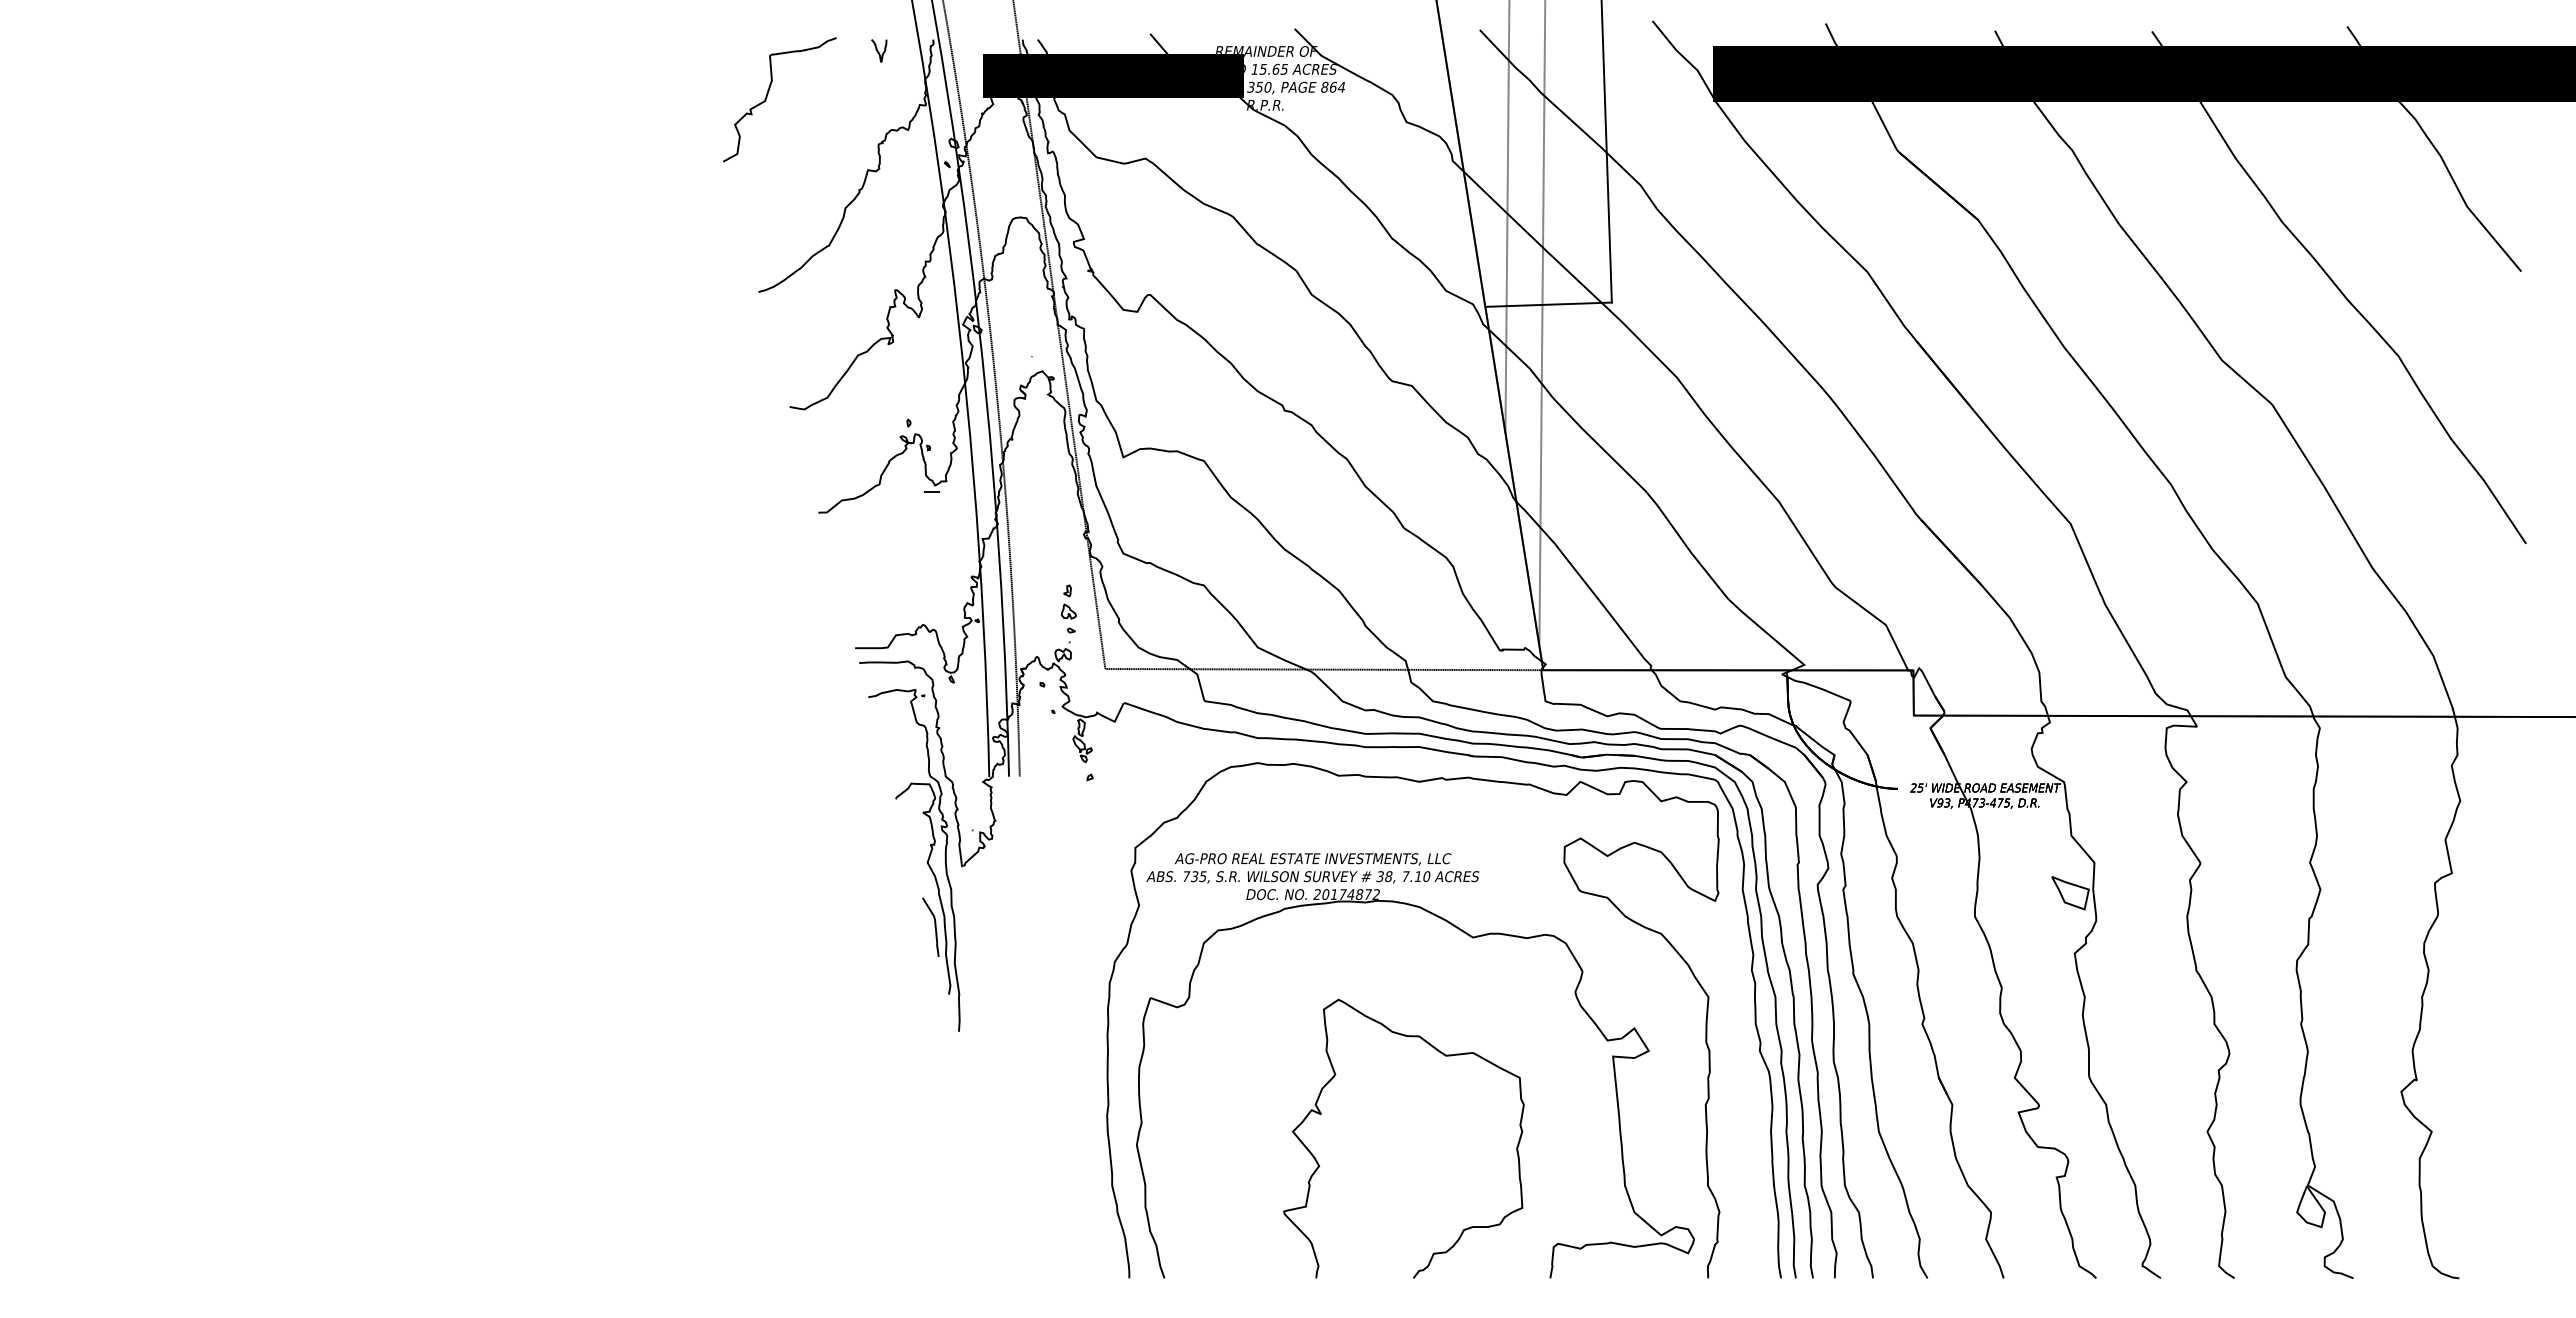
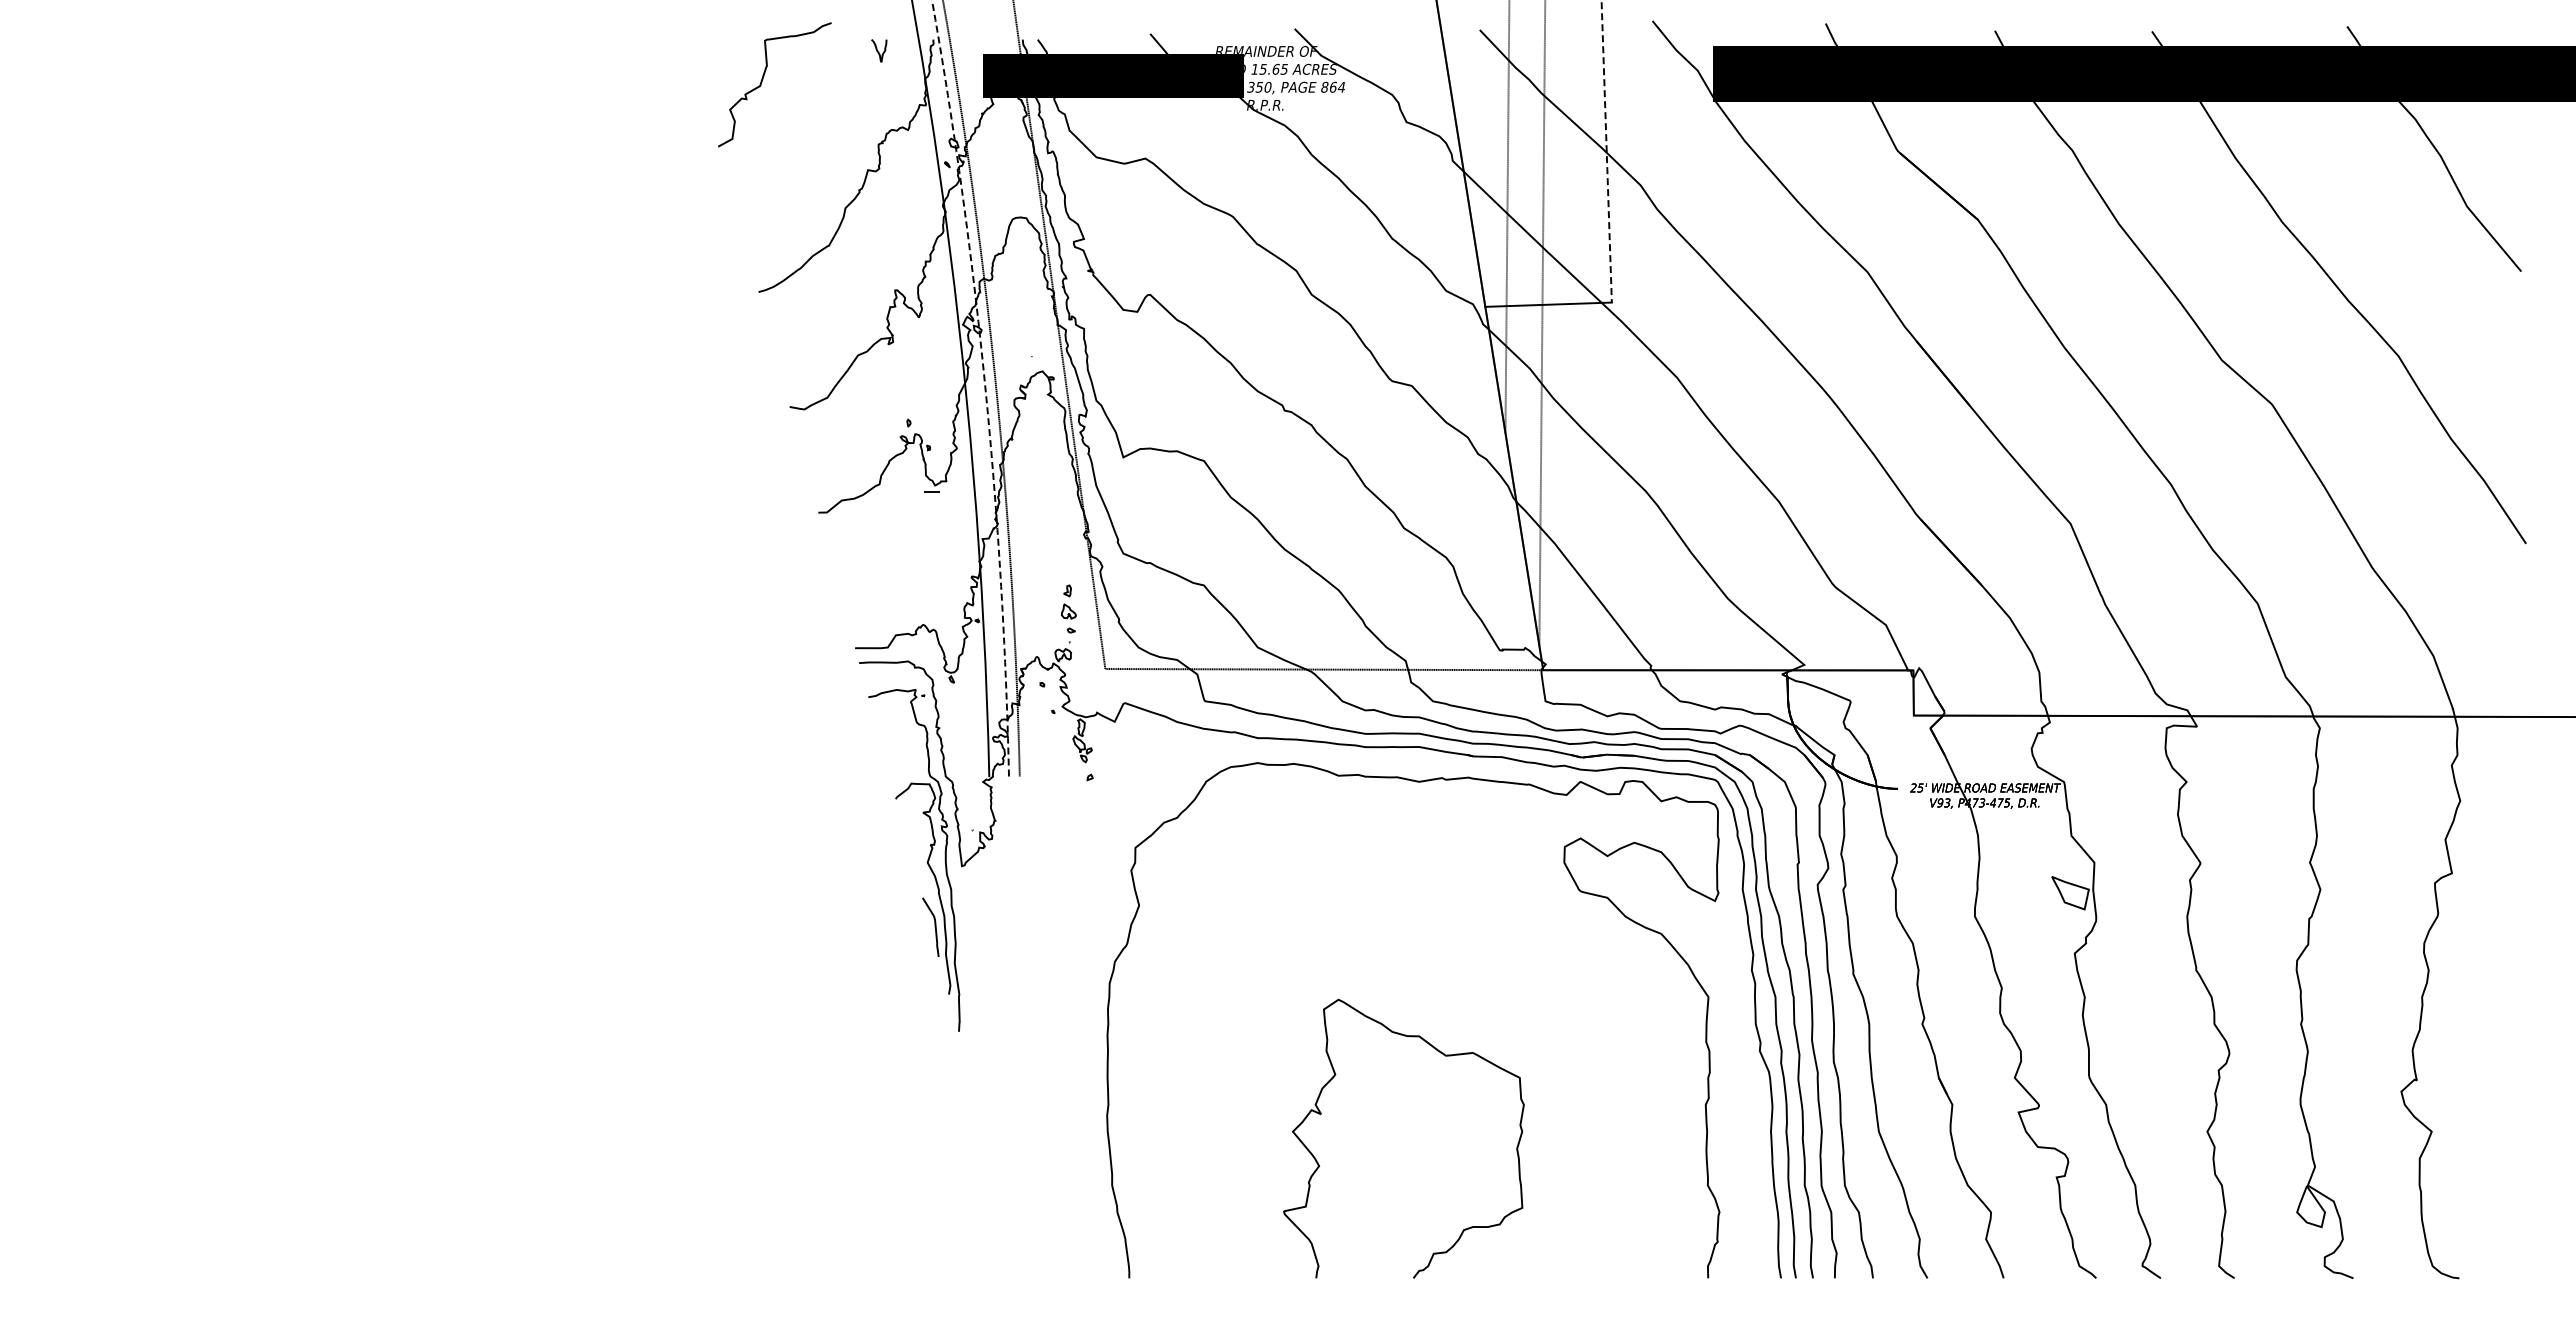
curve at (768, 94) position: (768, 94) -> (763, 79)
line at (1606, 151): solid -> dashed
line at (985, 387): solid -> dashed
part at (1472, 938): present -> none
